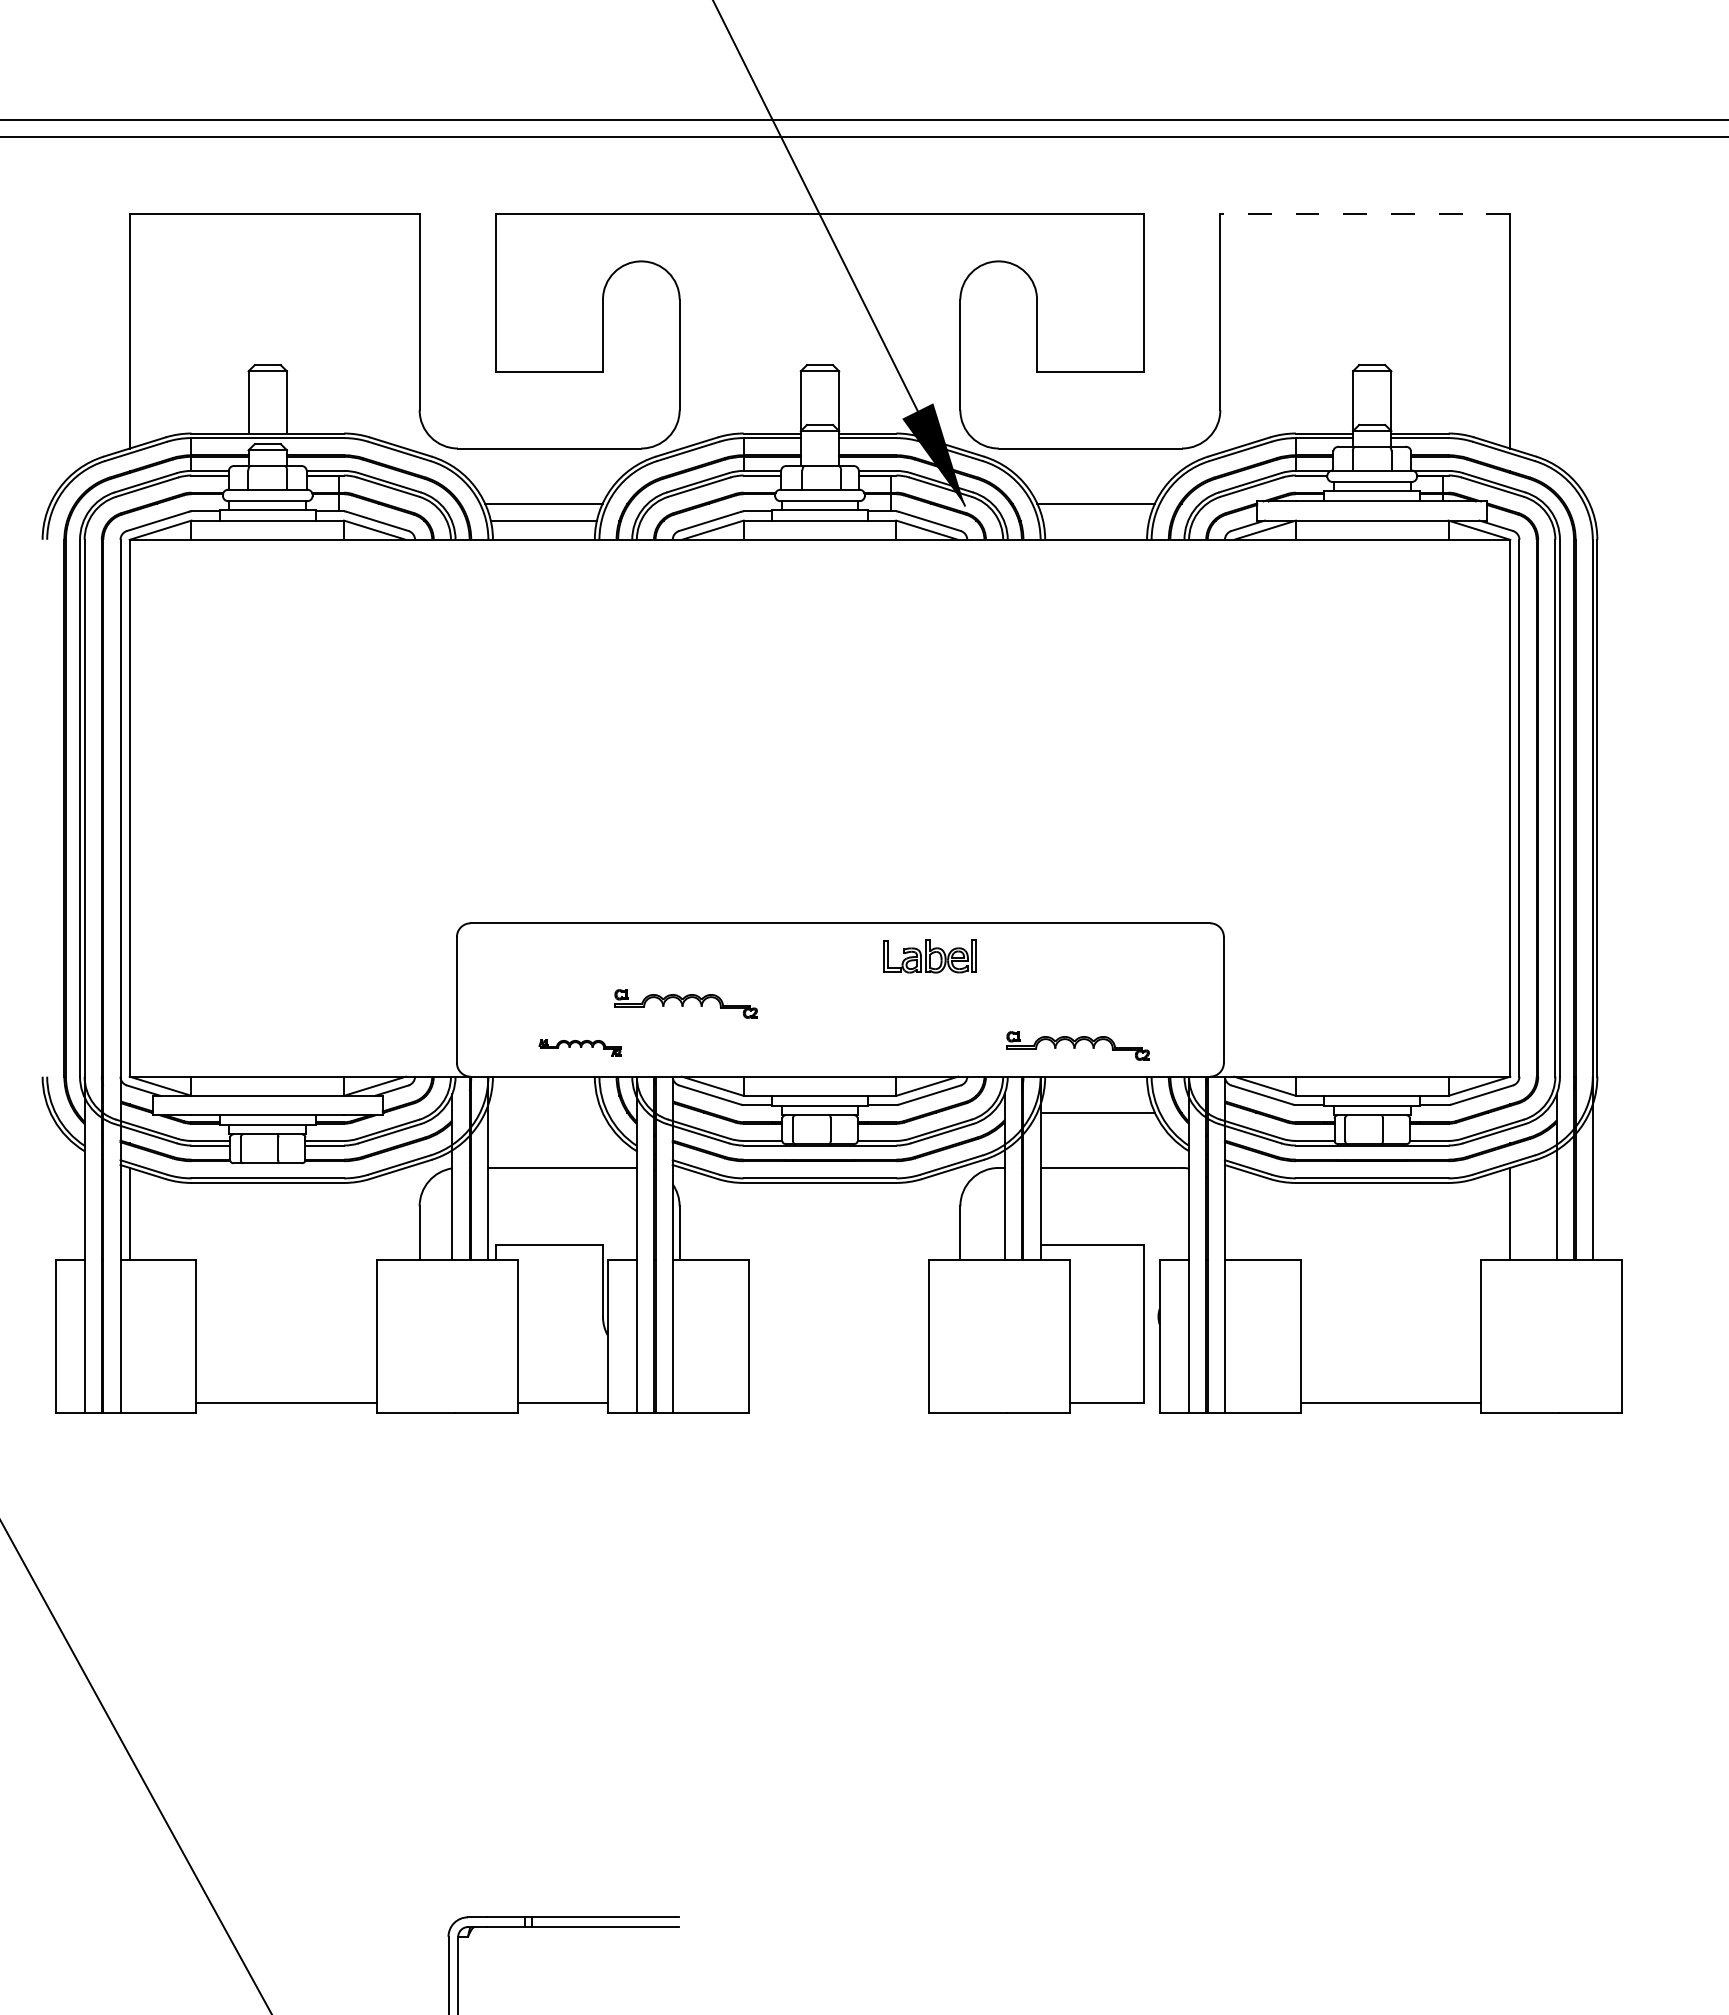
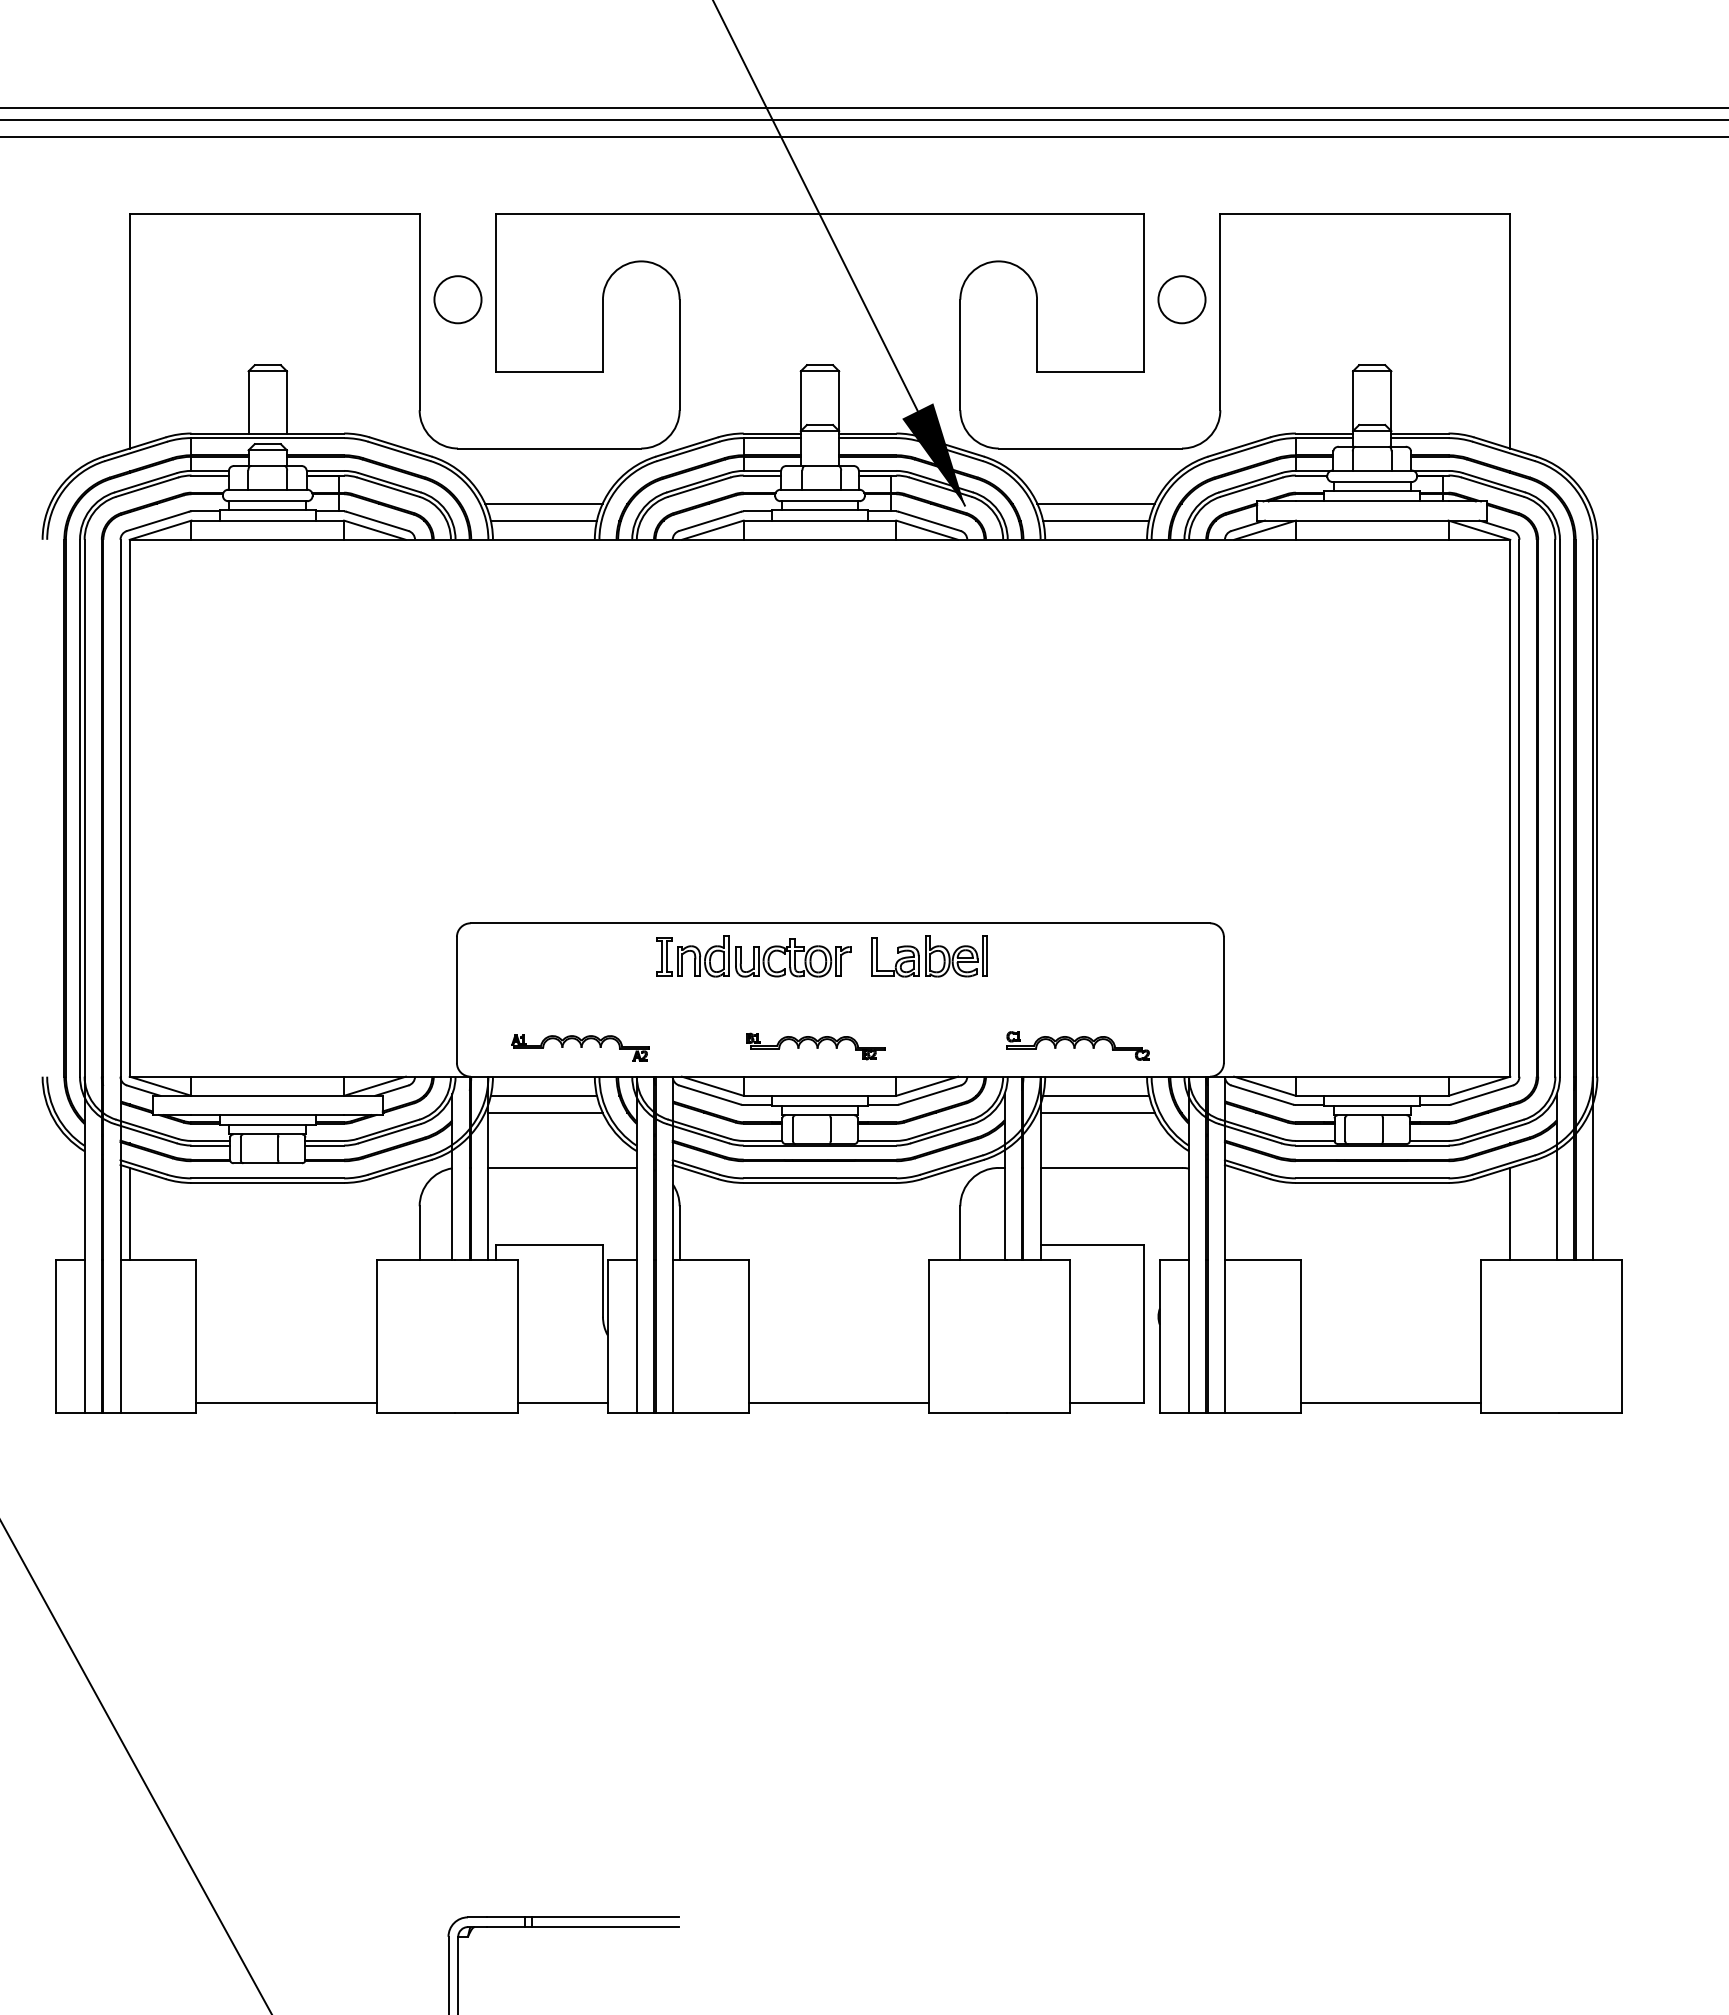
line at (863, 107): none -> present
line at (1365, 213): dashed -> solid
circle at (457, 299): none -> present
circle at (1181, 299): none -> present
line at (1096, 520): none -> present
part at (753, 956): none -> present
part at (929, 956) size: 94x35 px -> 117x43 px
part at (685, 1003): present -> none
part at (815, 1046): none -> present
part at (579, 1047) size: 84x18 px -> 139x28 px
line at (543, 1095): none -> present
line at (1096, 1095): none -> present
line at (545, 1112): none -> present
line at (838, 1402): none -> present
